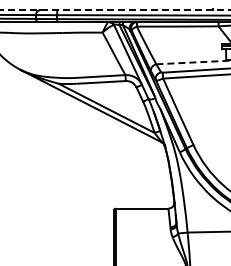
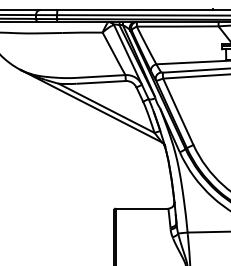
line at (115, 9): dashed -> solid
line at (193, 62): dashed -> solid
